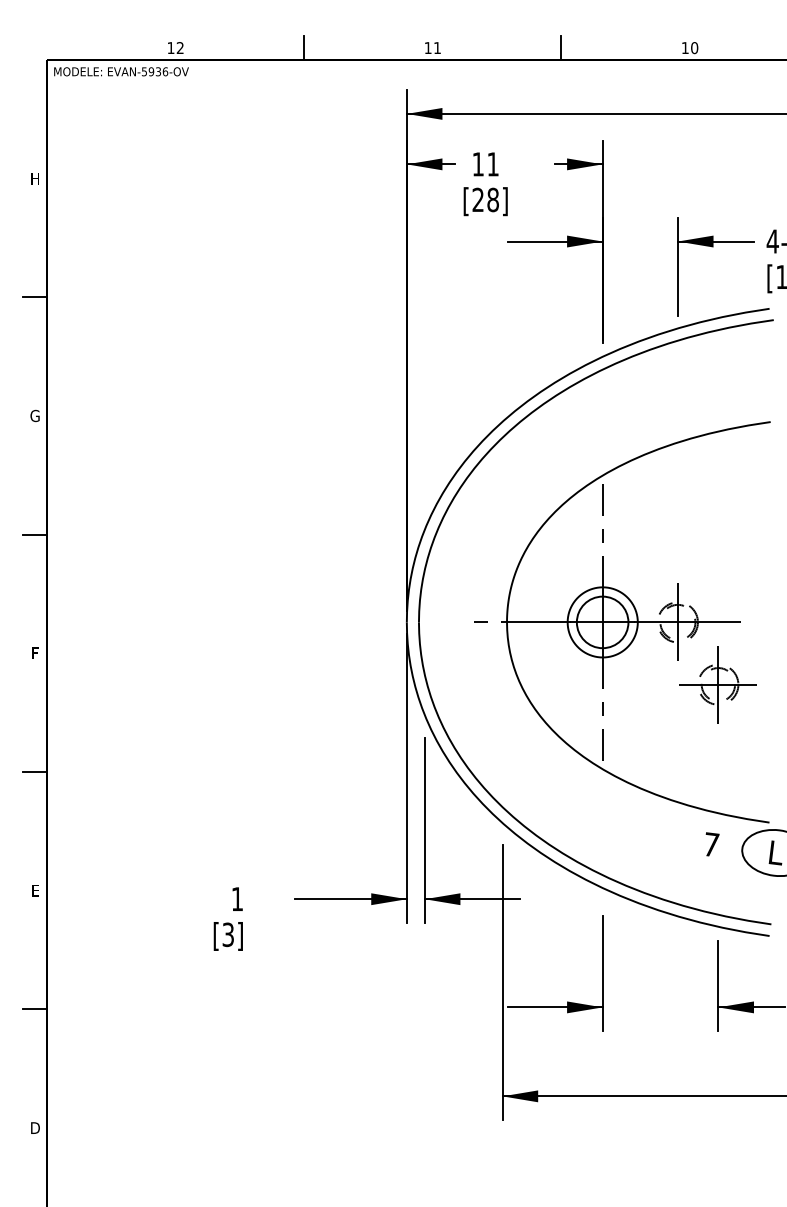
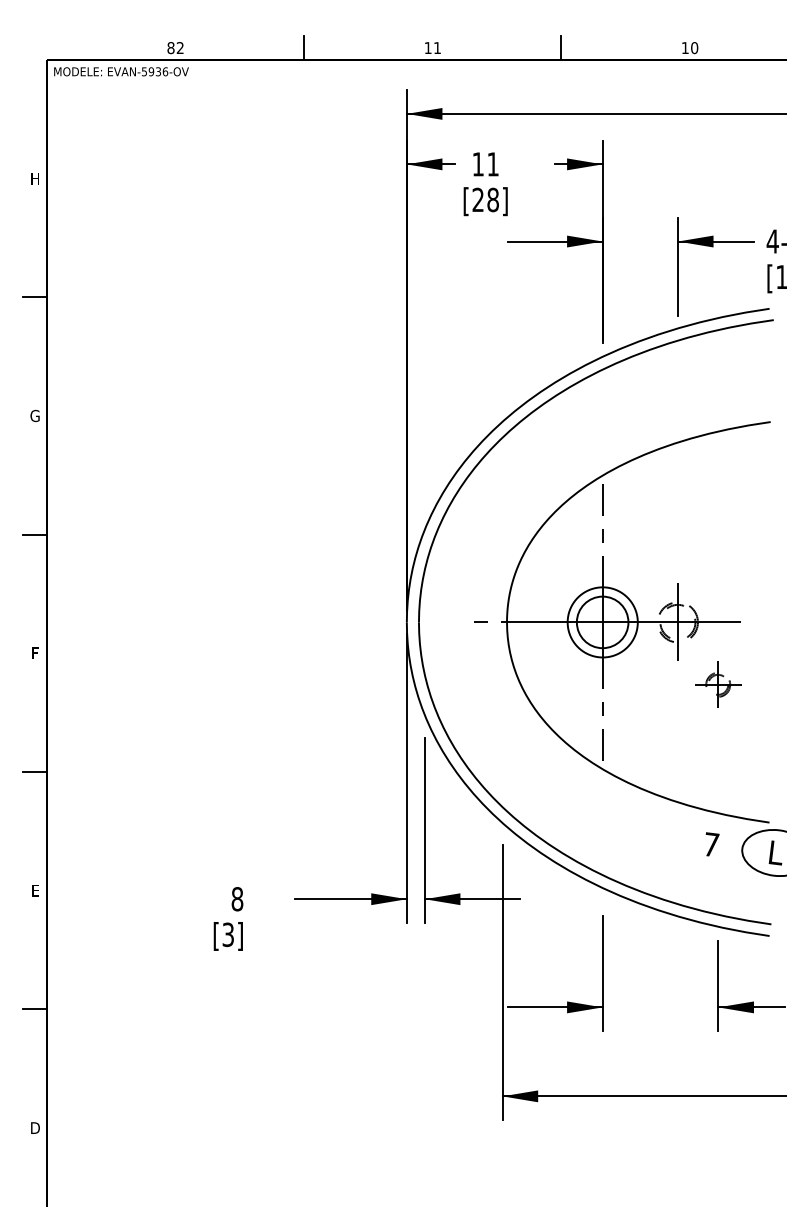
text at (170, 48): 12 -> 82
part at (717, 684) size: 78x78 px -> 47x47 px
text at (237, 899): 1 -> 8
